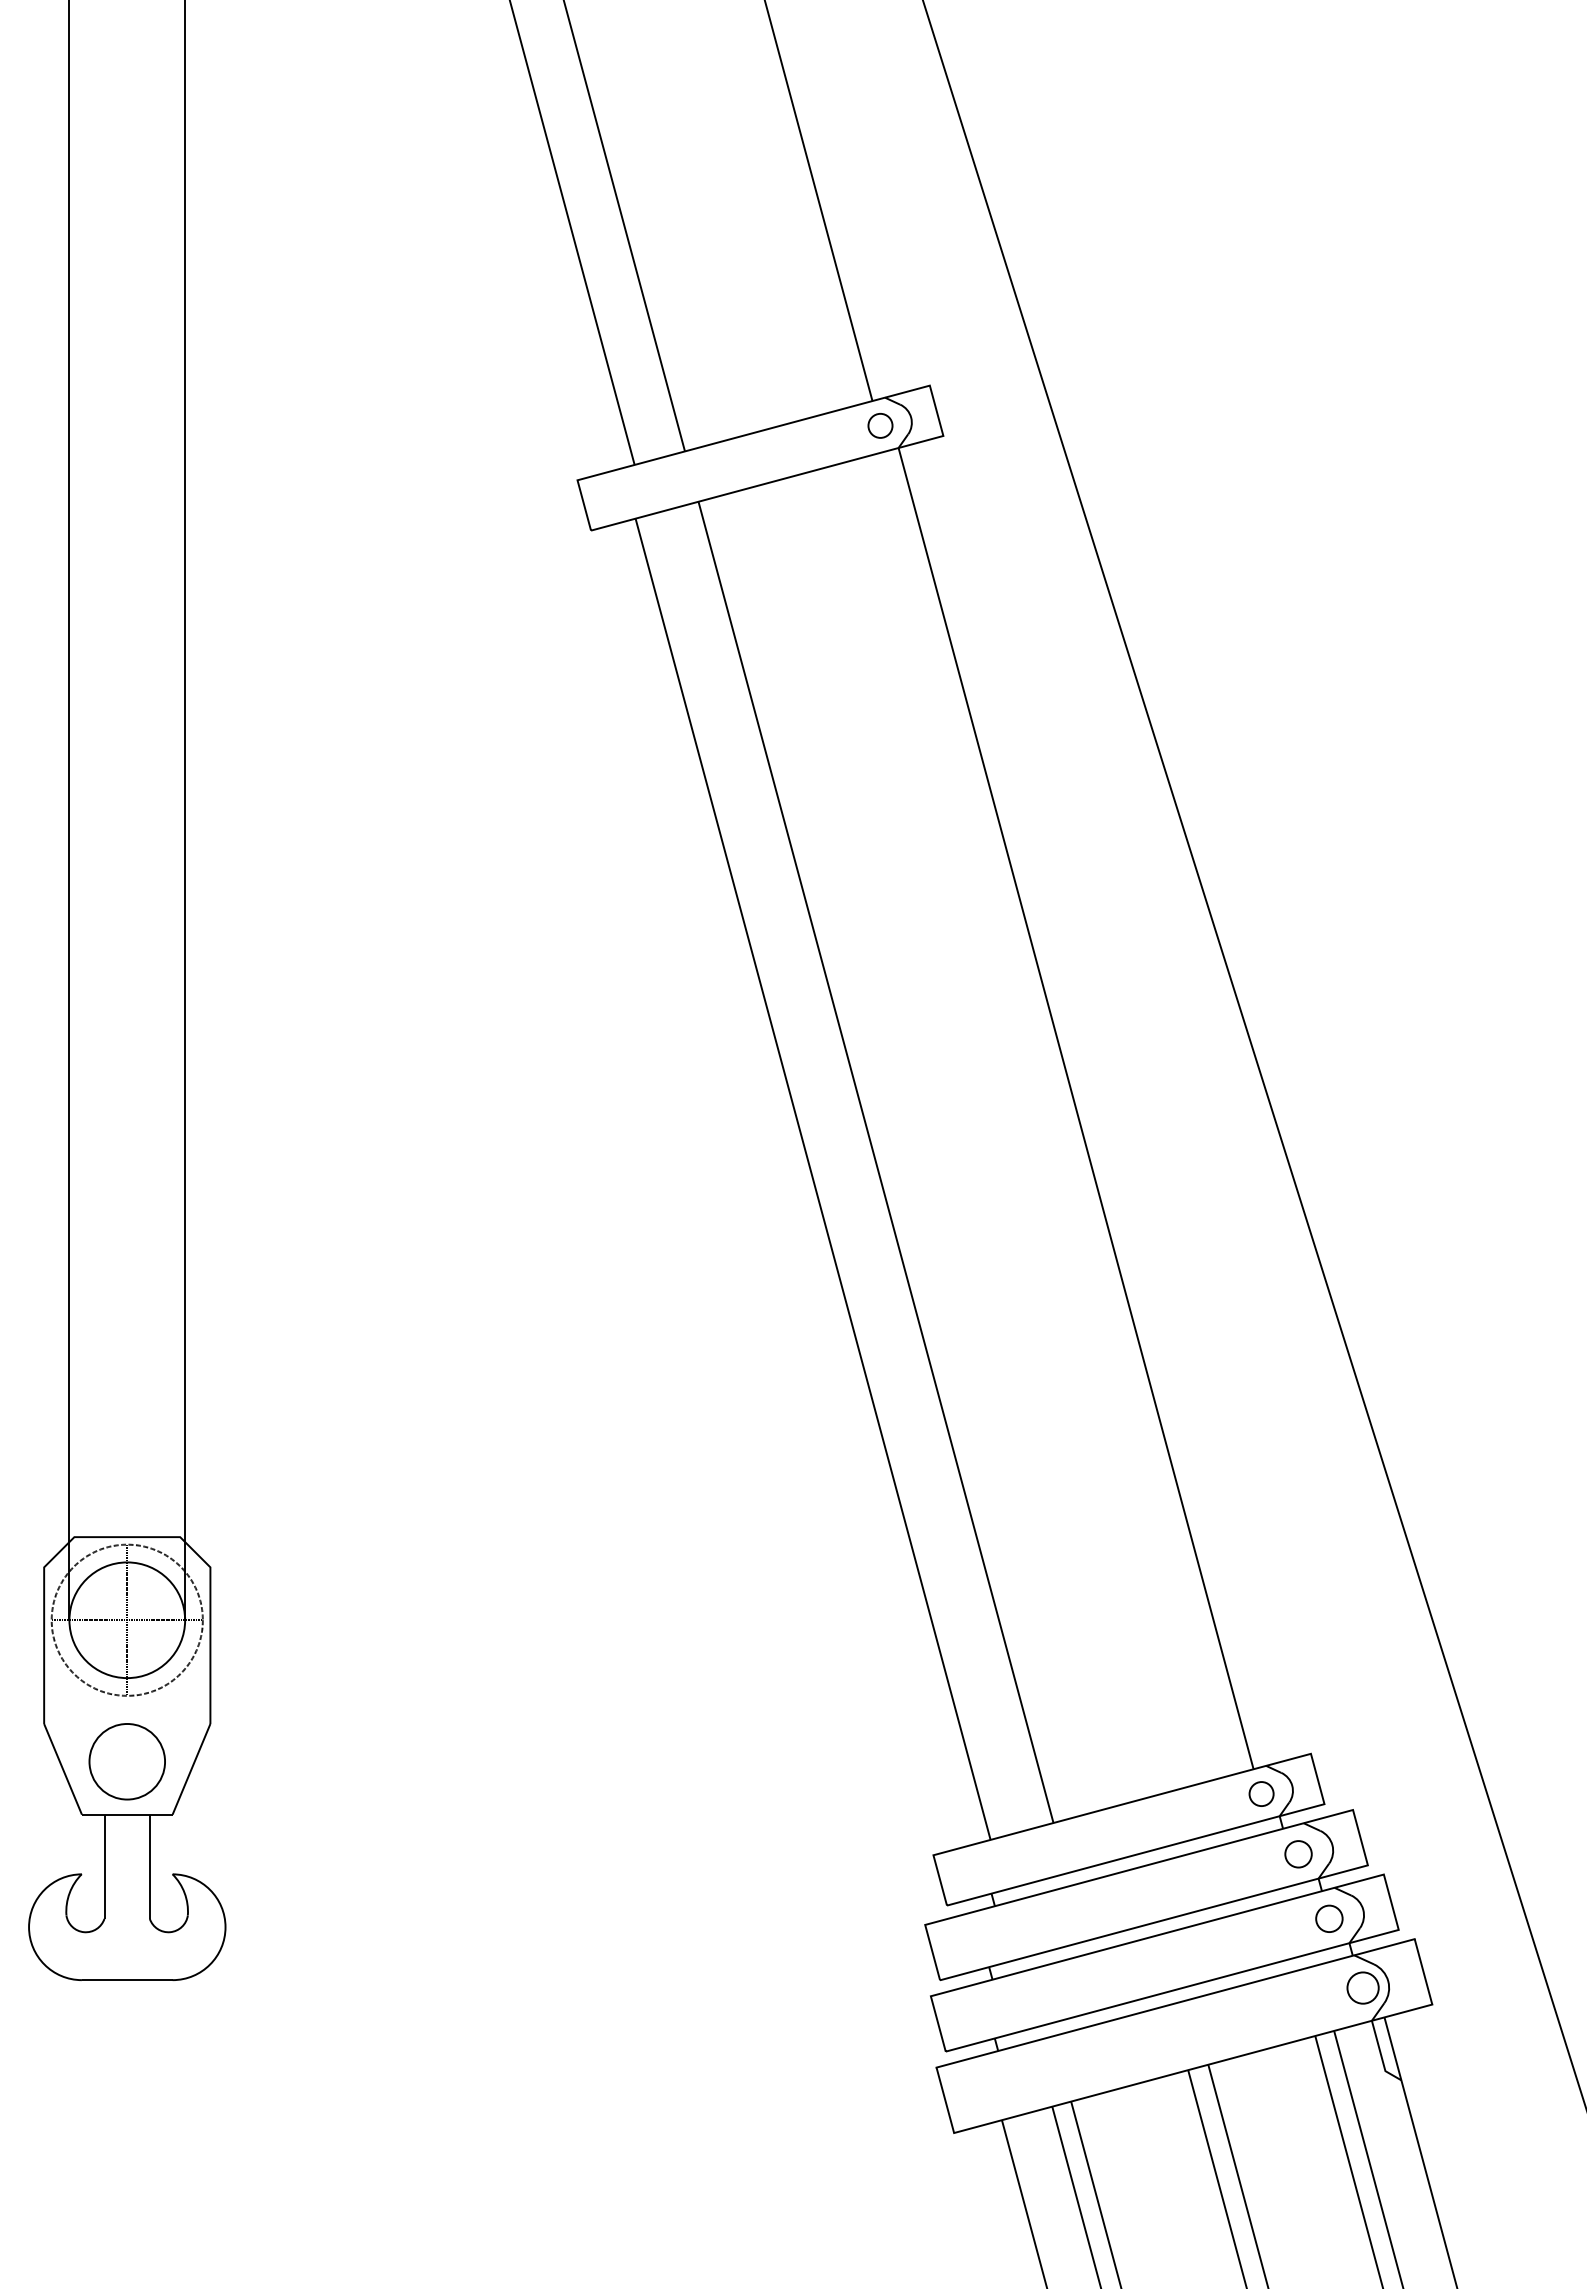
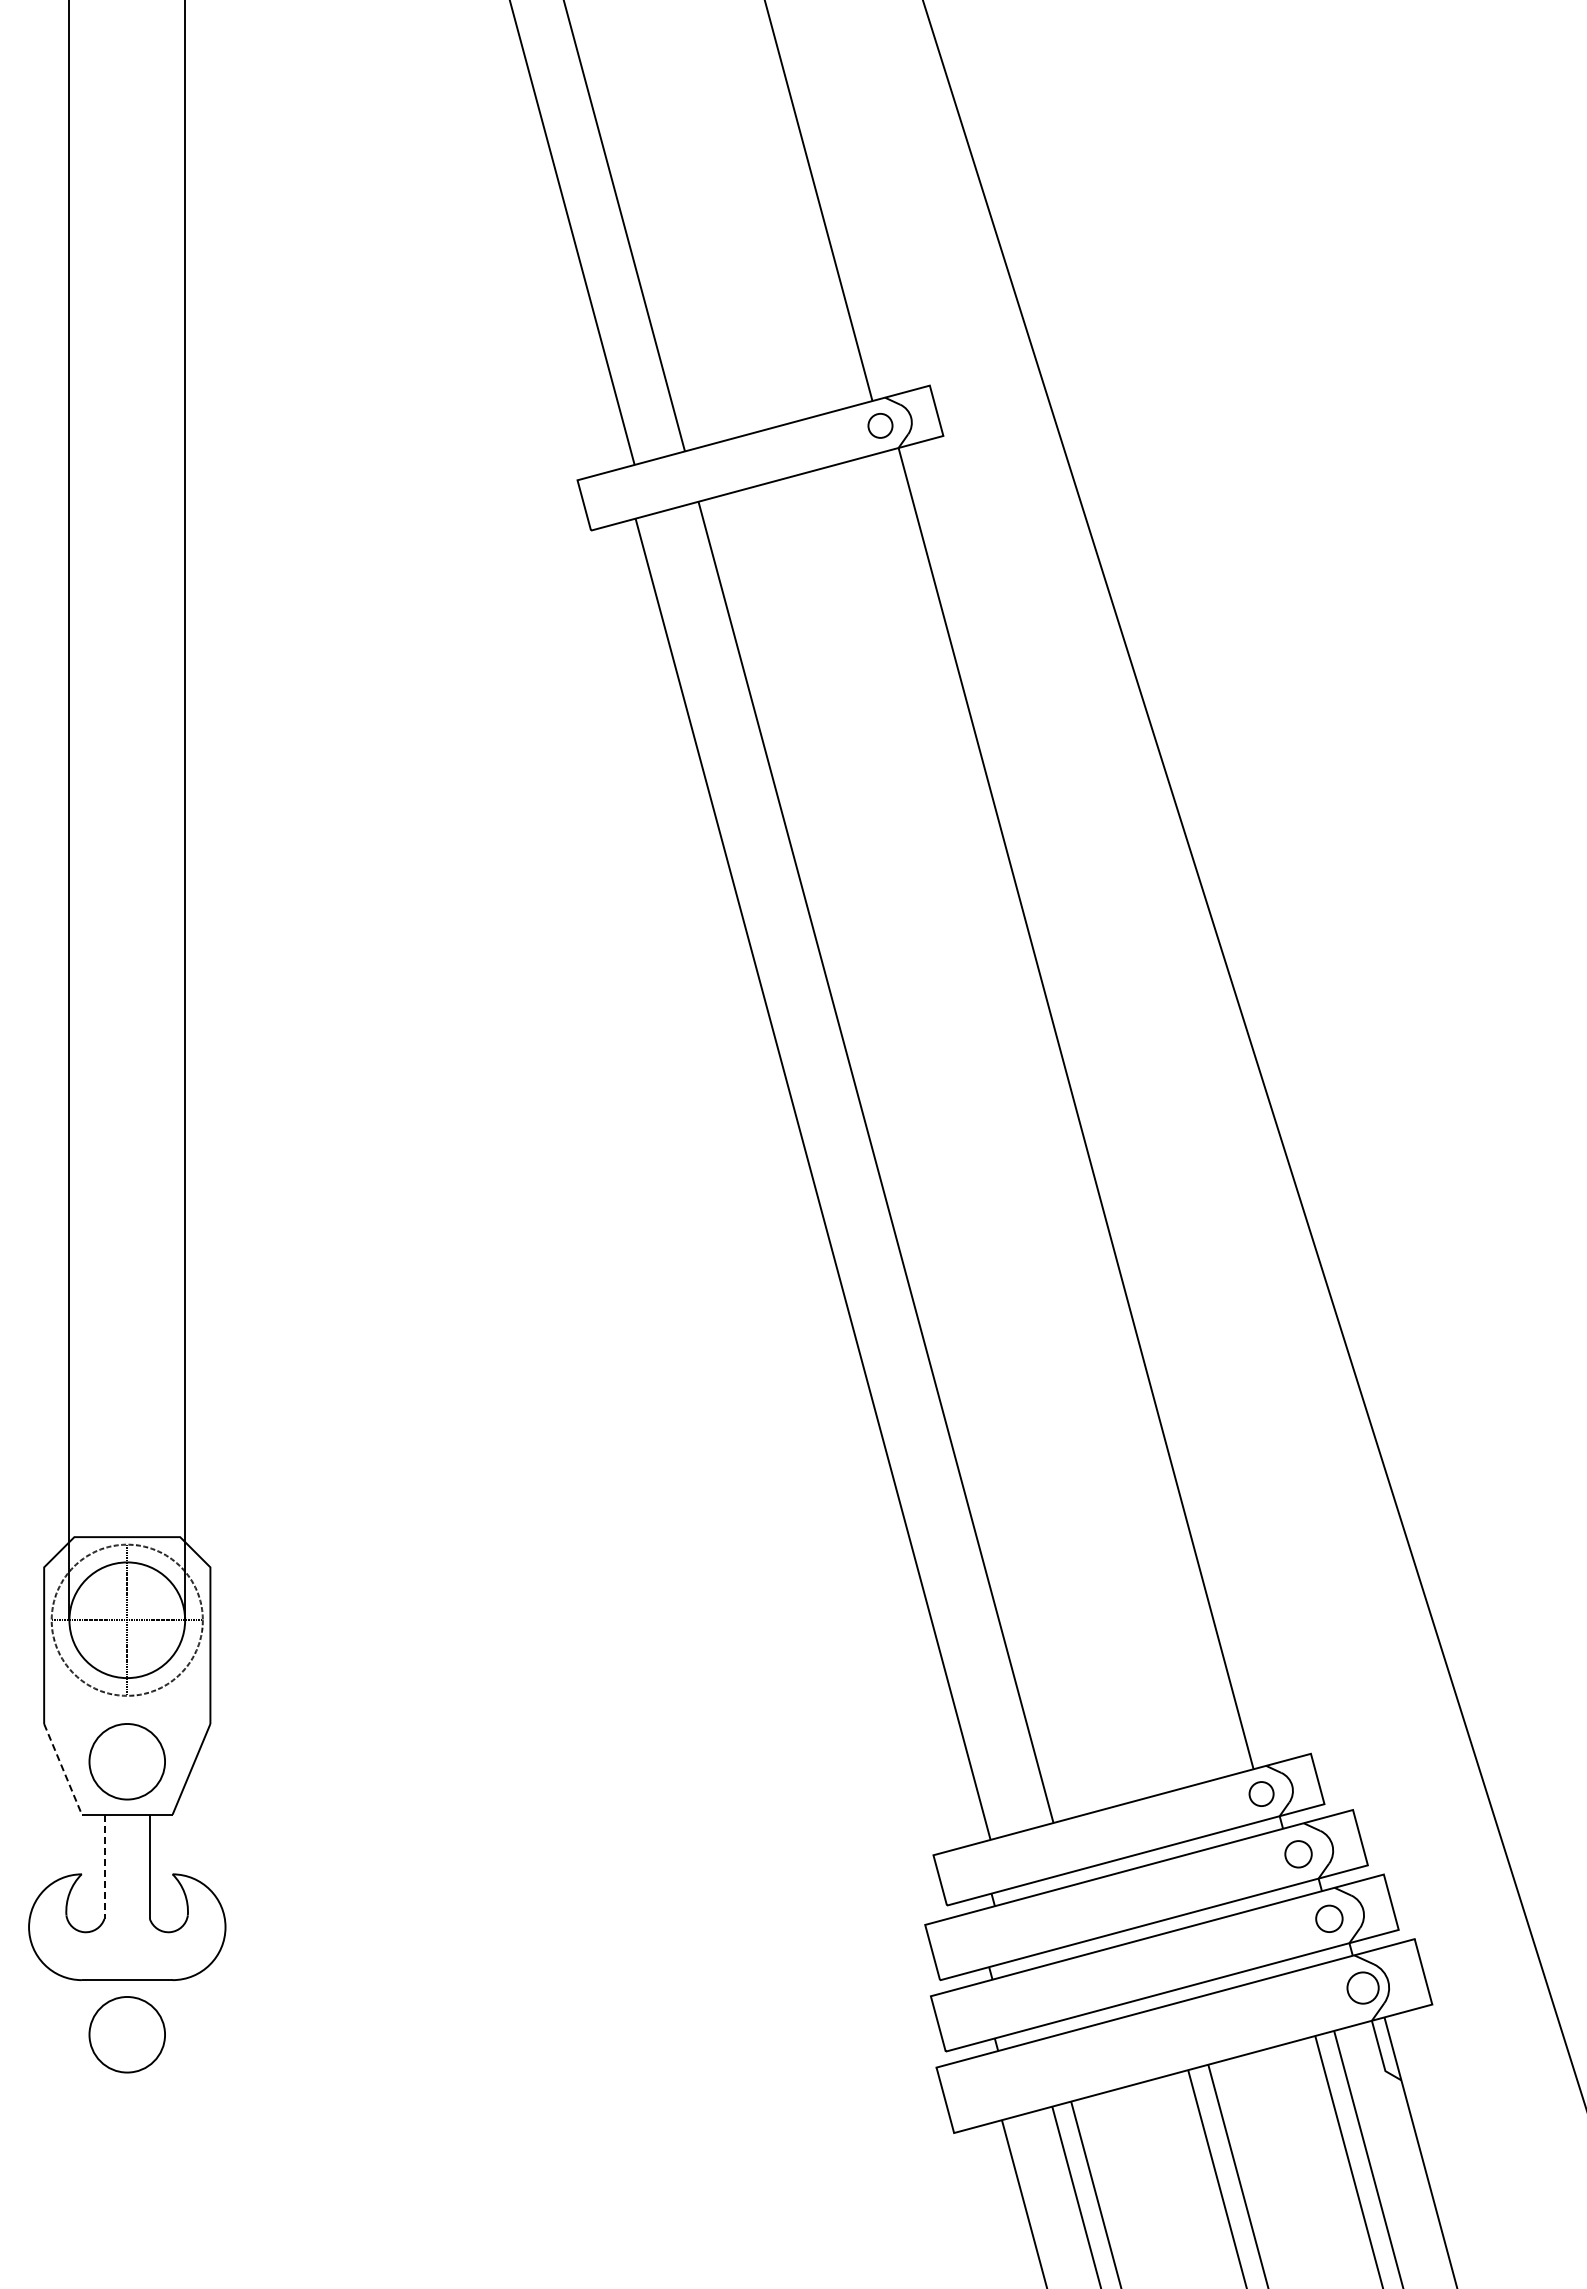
line at (63, 1769): solid -> dashed
line at (104, 1867): solid -> dashed
circle at (126, 2034): none -> present
